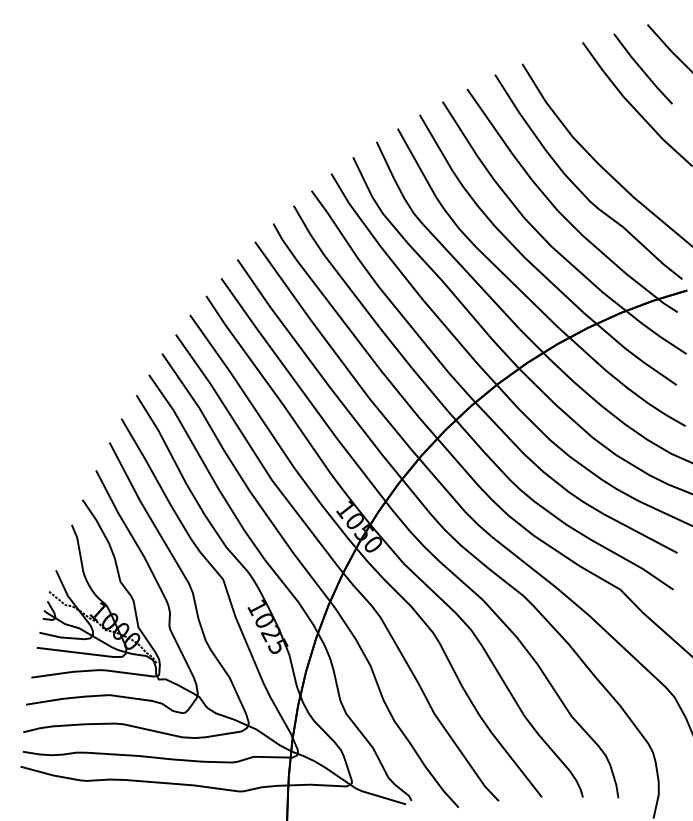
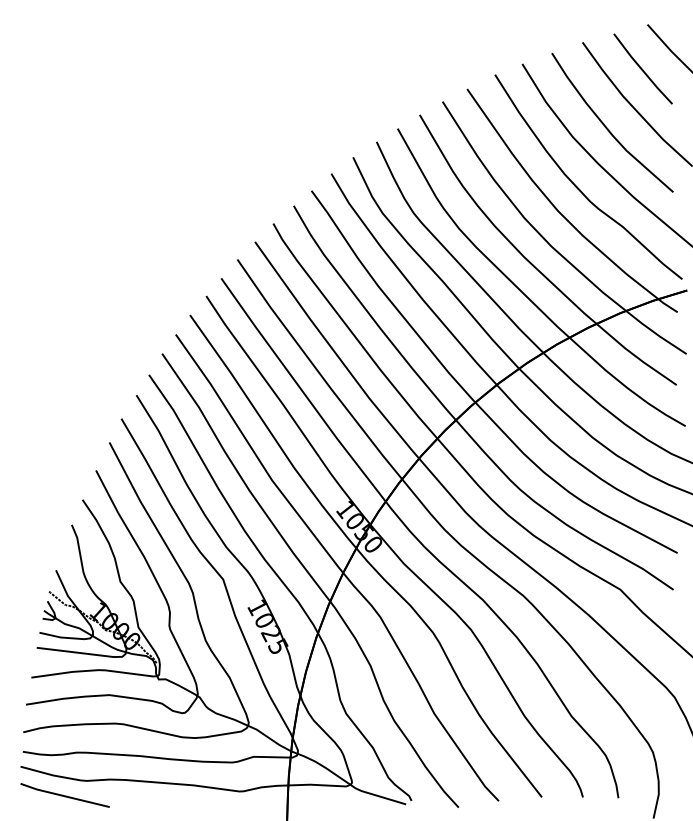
curve at (607, 127): none -> present
line at (64, 795): none -> present
